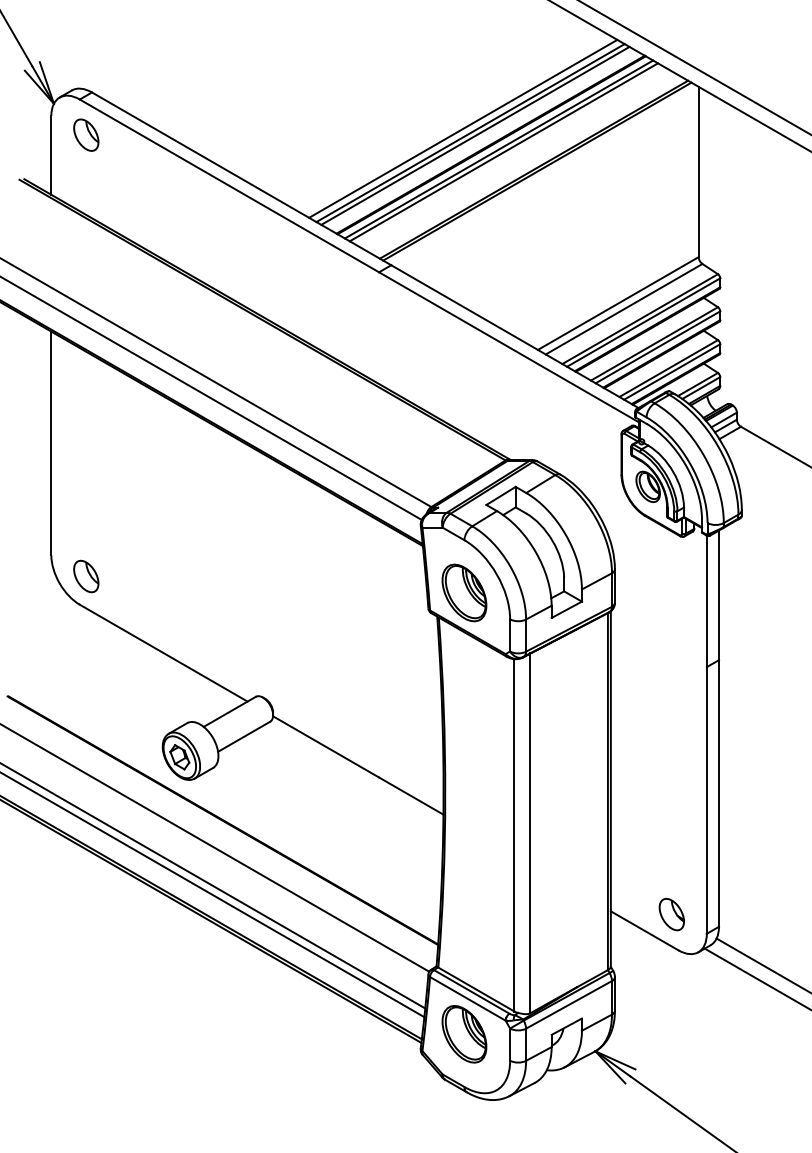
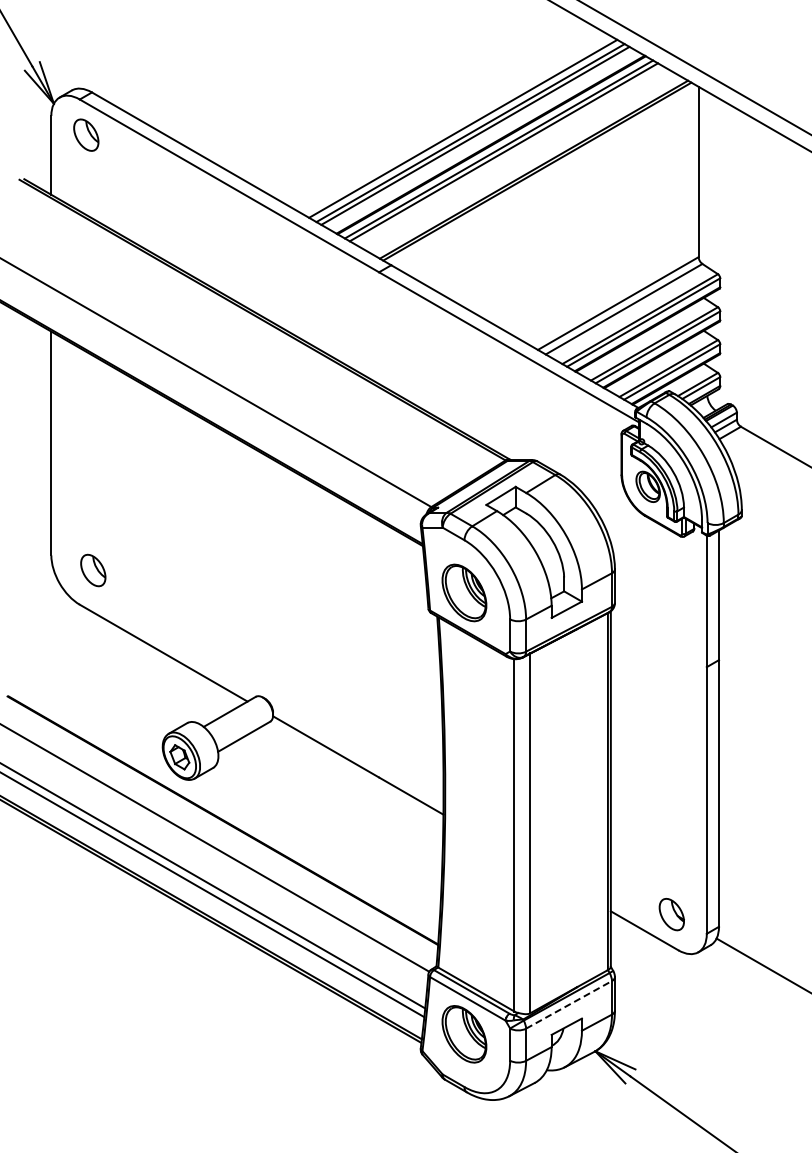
line at (211, 398): present -> none
part at (86, 576) position: (86, 576) -> (93, 570)
line at (756, 978): present -> none
line at (569, 1004): solid -> dashed
